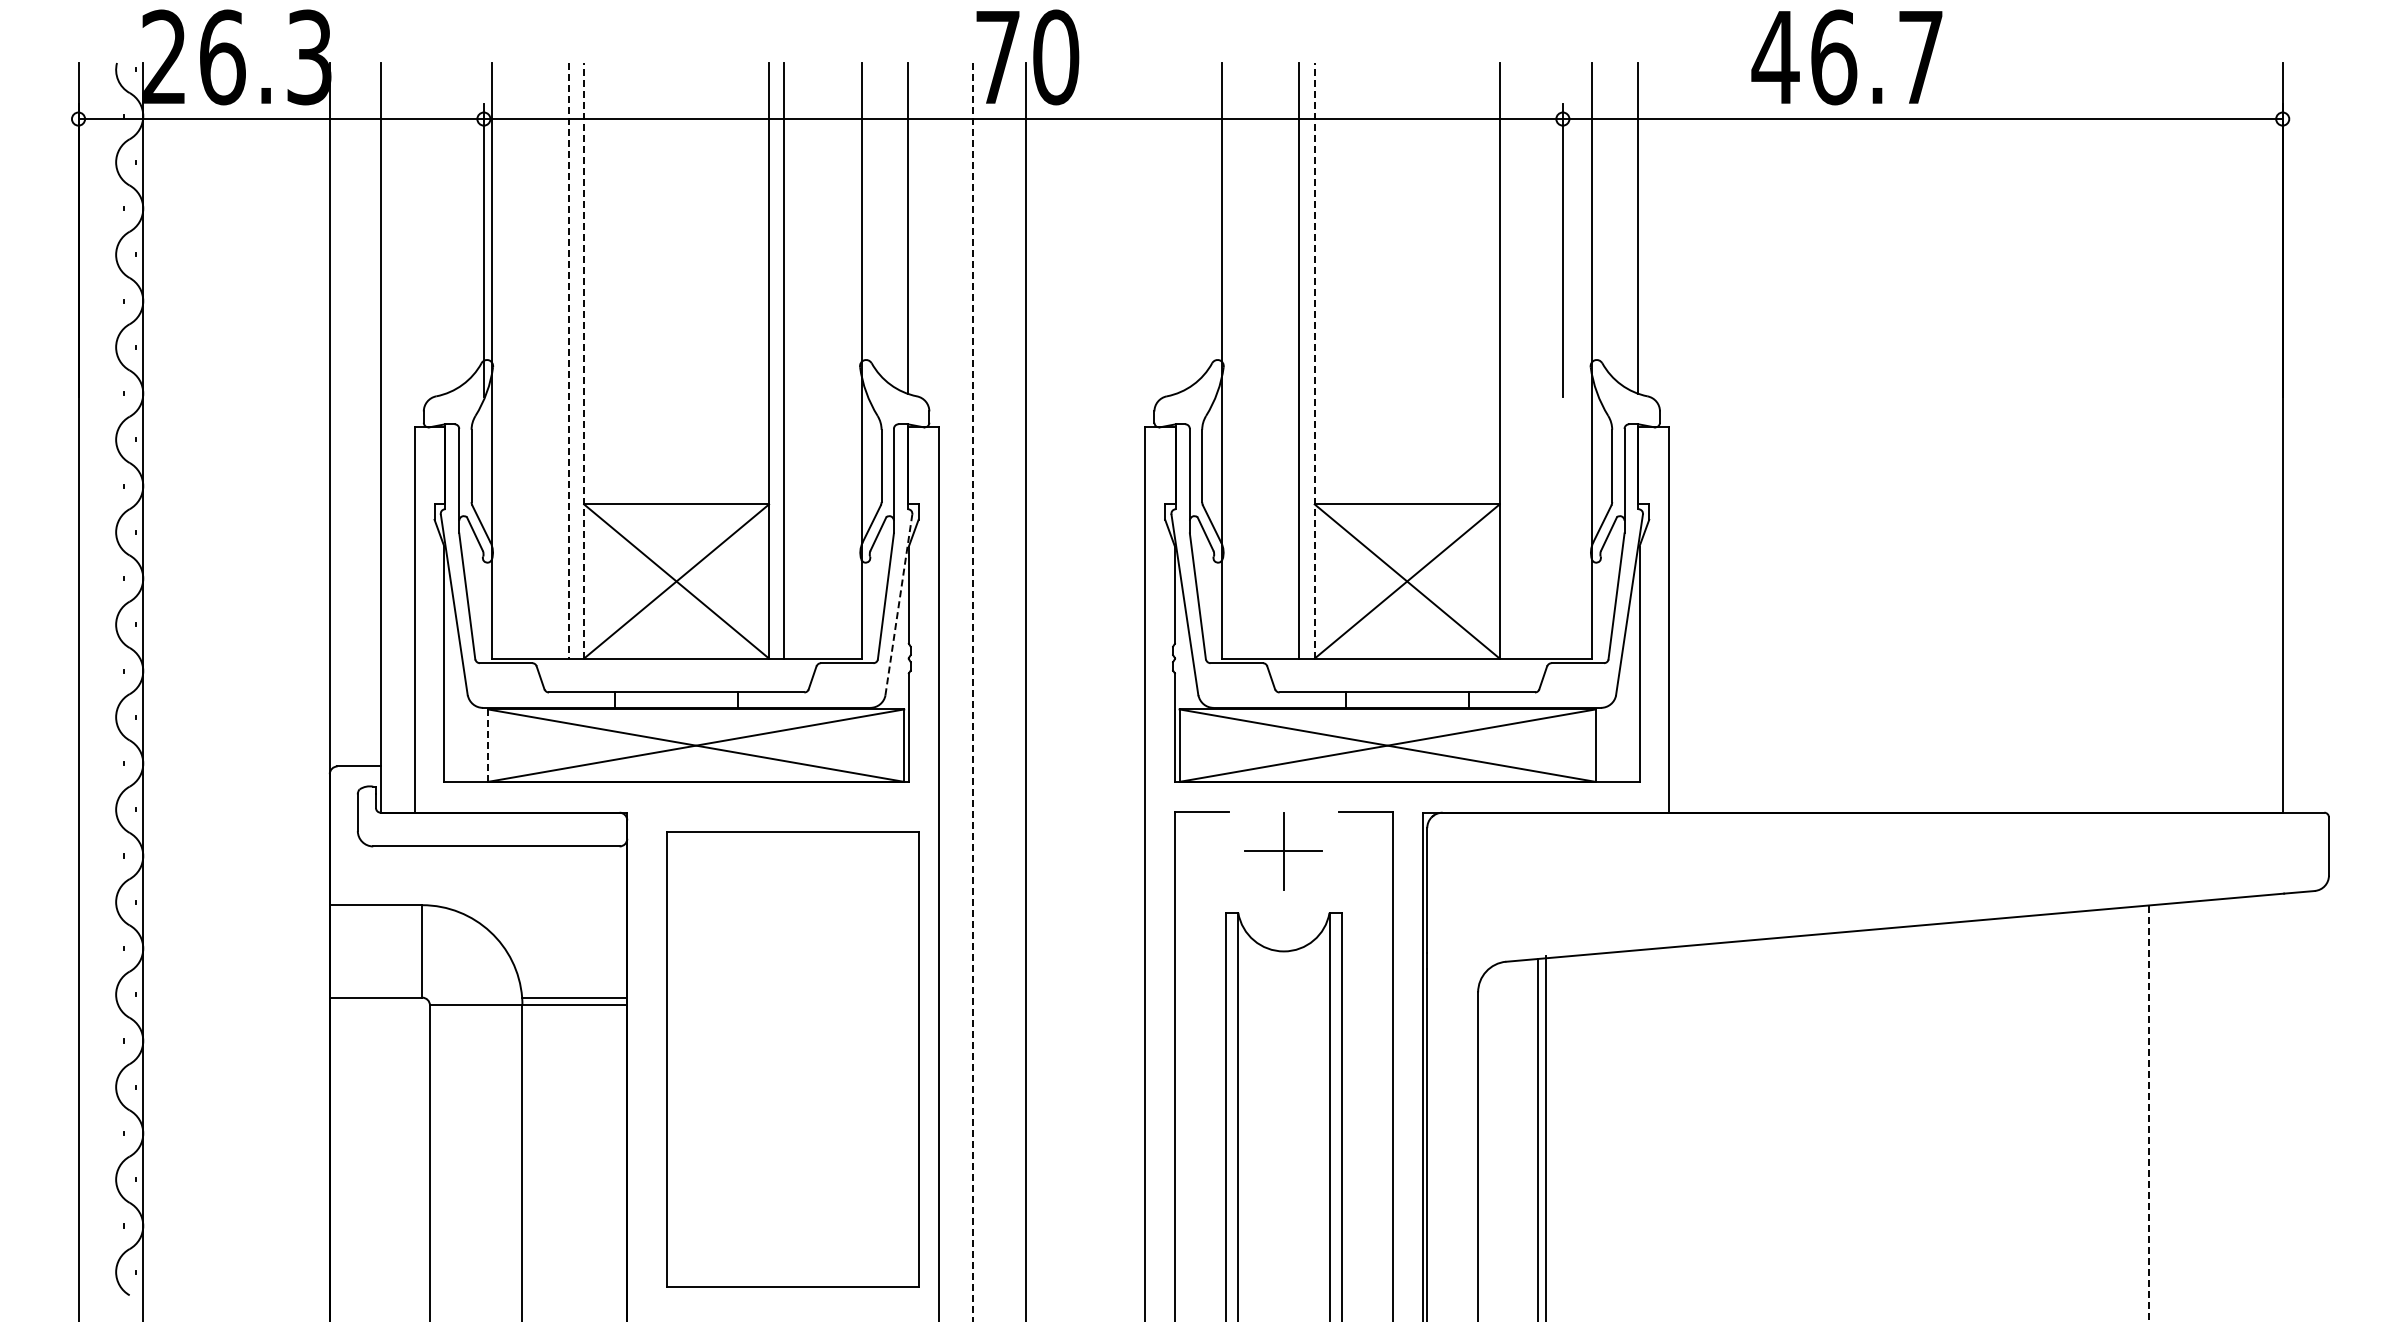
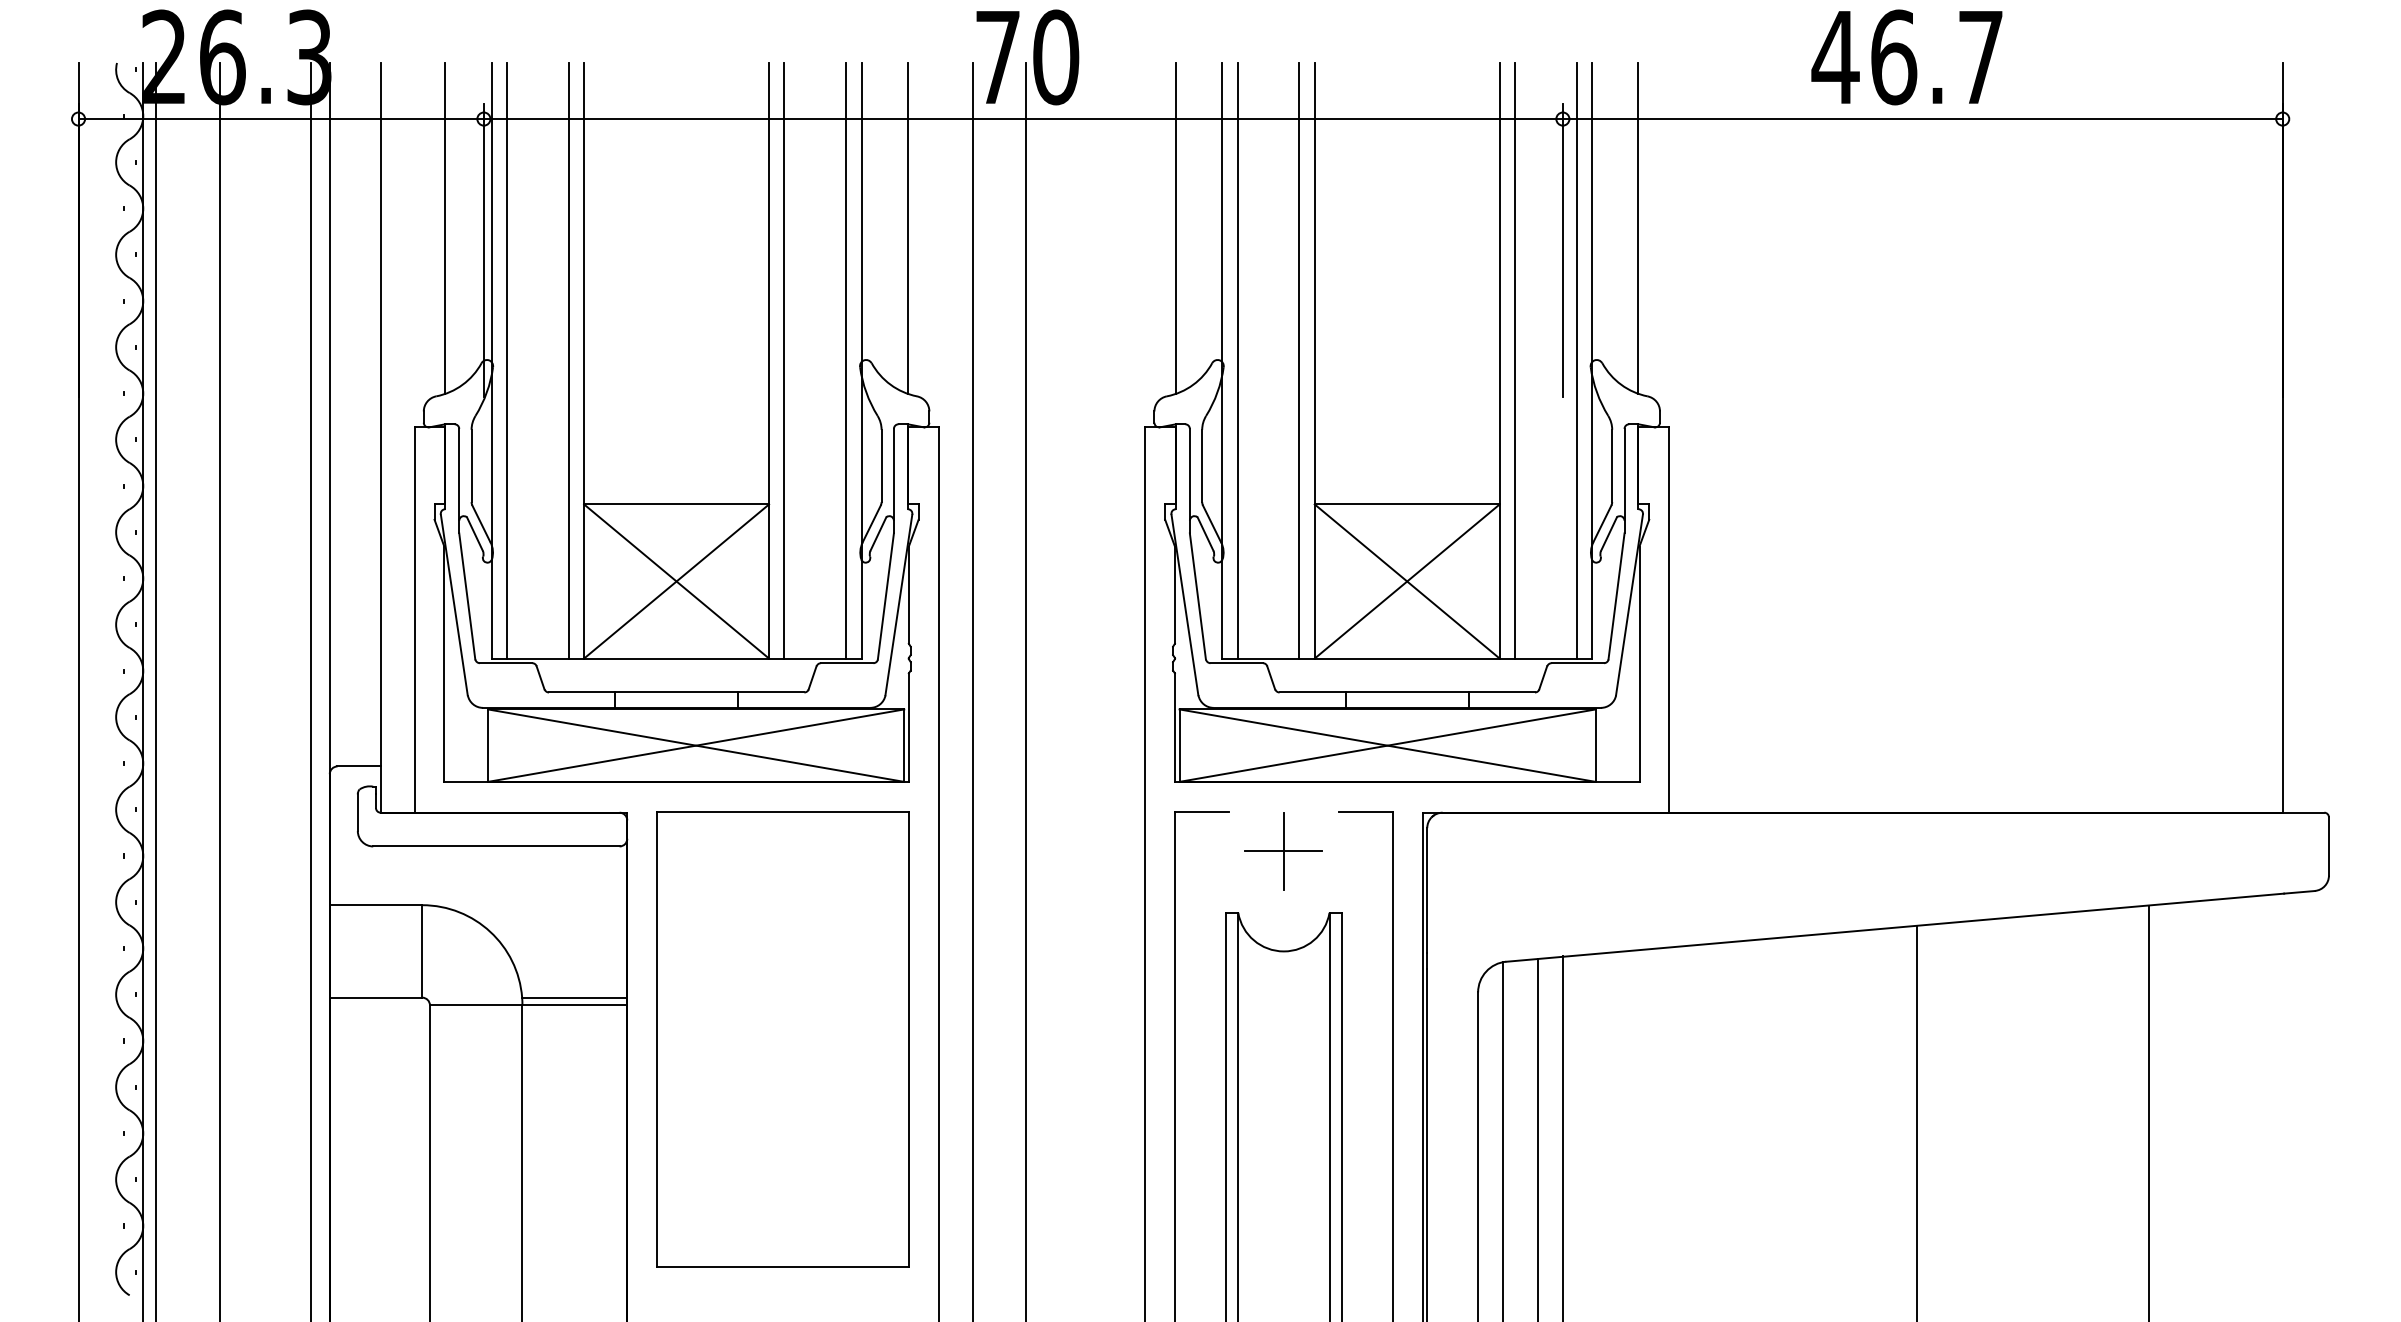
text at (1846, 57) position: (1846, 57) -> (1906, 57)
line at (445, 227): none -> present
line at (1176, 227): none -> present
line at (507, 360): none -> present
line at (568, 360): dashed -> solid
line at (584, 360): dashed -> solid
line at (846, 360): none -> present
line at (1237, 360): none -> present
line at (1314, 360): dashed -> solid
line at (1515, 360): none -> present
line at (1576, 360): none -> present
line at (898, 604): dashed -> solid
line at (155, 690): none -> present
line at (220, 690): none -> present
line at (311, 690): none -> present
line at (972, 692): dashed -> solid
line at (488, 746): dashed -> solid
part at (792, 1059) position: (792, 1059) -> (782, 1039)
line at (2148, 1113): dashed -> solid
line at (1917, 1121): none -> present
line at (1545, 1137) position: (1545, 1137) -> (1562, 1137)
line at (1502, 1139): none -> present
